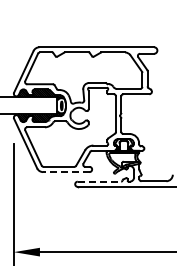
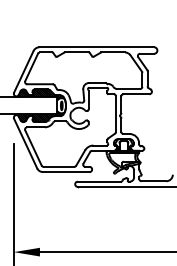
line at (65, 172): dashed -> solid
line at (99, 181): dashed -> solid
